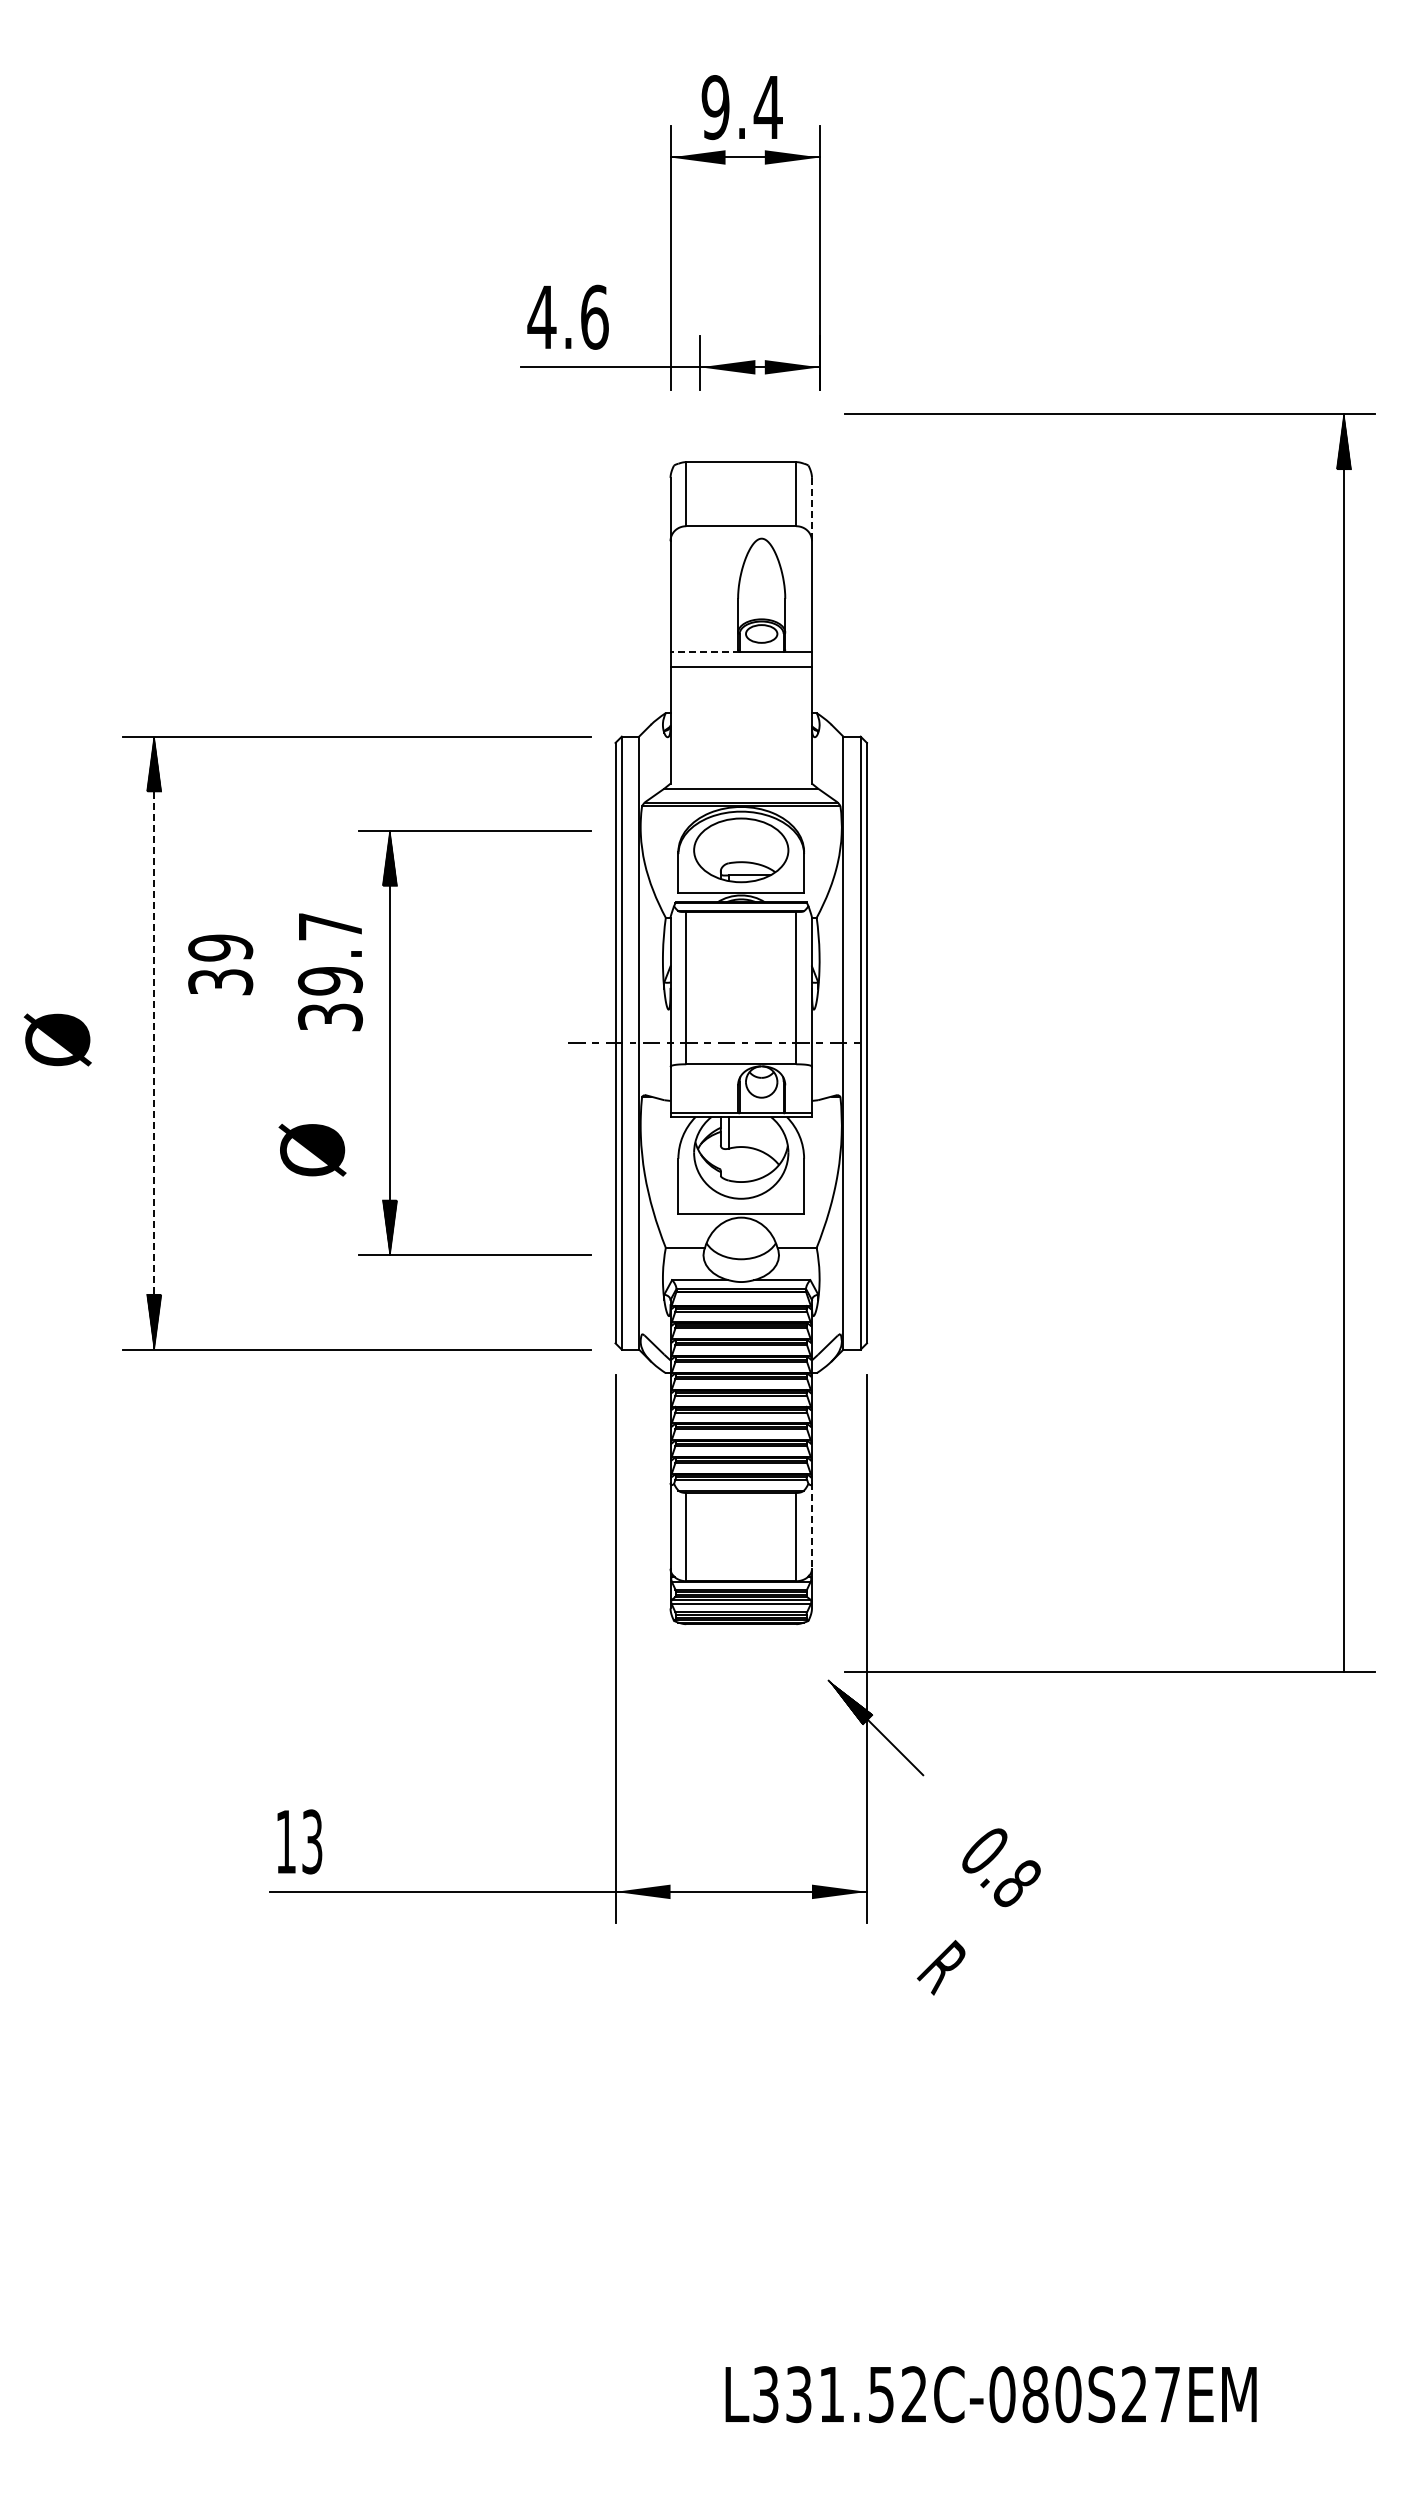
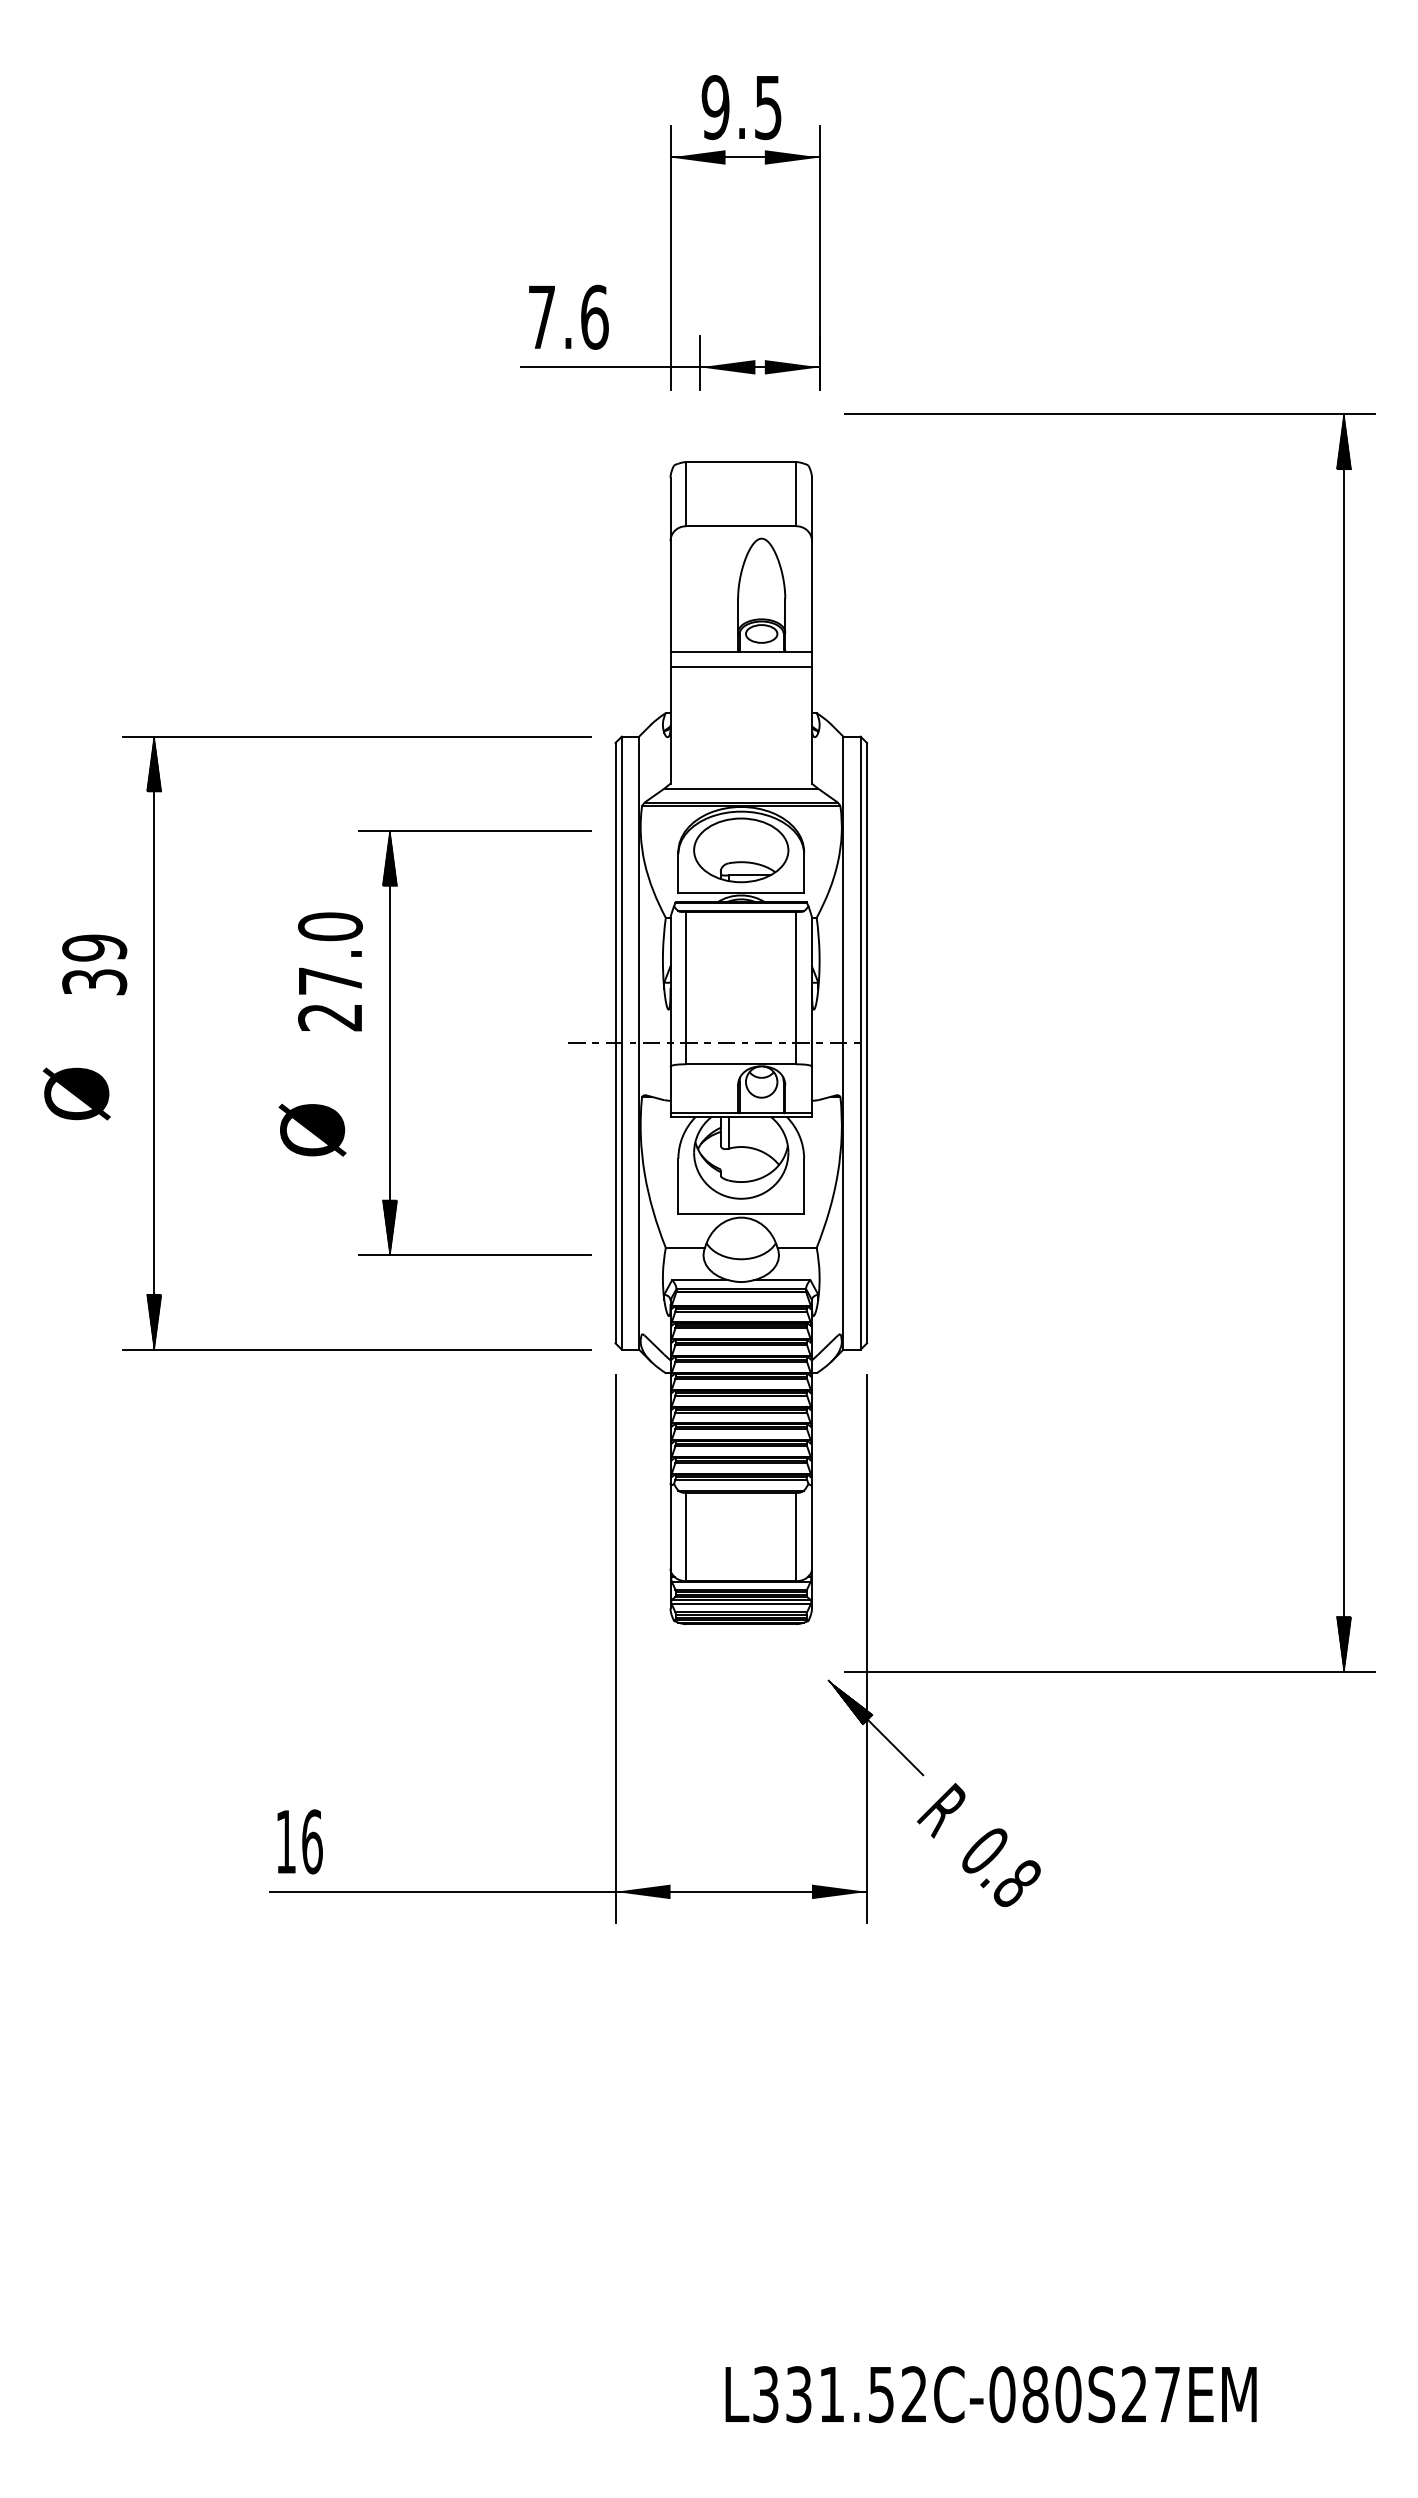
text at (767, 108): 9.4 -> 9.5
text at (541, 316): 4.6 -> 7.6
line at (811, 509): dashed -> solid
line at (705, 651): dashed -> solid
text at (220, 964) position: (220, 964) -> (94, 964)
text at (330, 971): 39.7 -> 27.0
text at (57, 1039) position: (57, 1039) -> (76, 1093)
line at (154, 1043): dashed -> solid
text at (312, 1149) position: (312, 1149) -> (312, 1129)
line at (811, 1525): dashed -> solid
hatch at (1343, 1643): none -> present
text at (312, 1841): 13 -> 16
text at (940, 1967) position: (940, 1967) -> (940, 1810)
